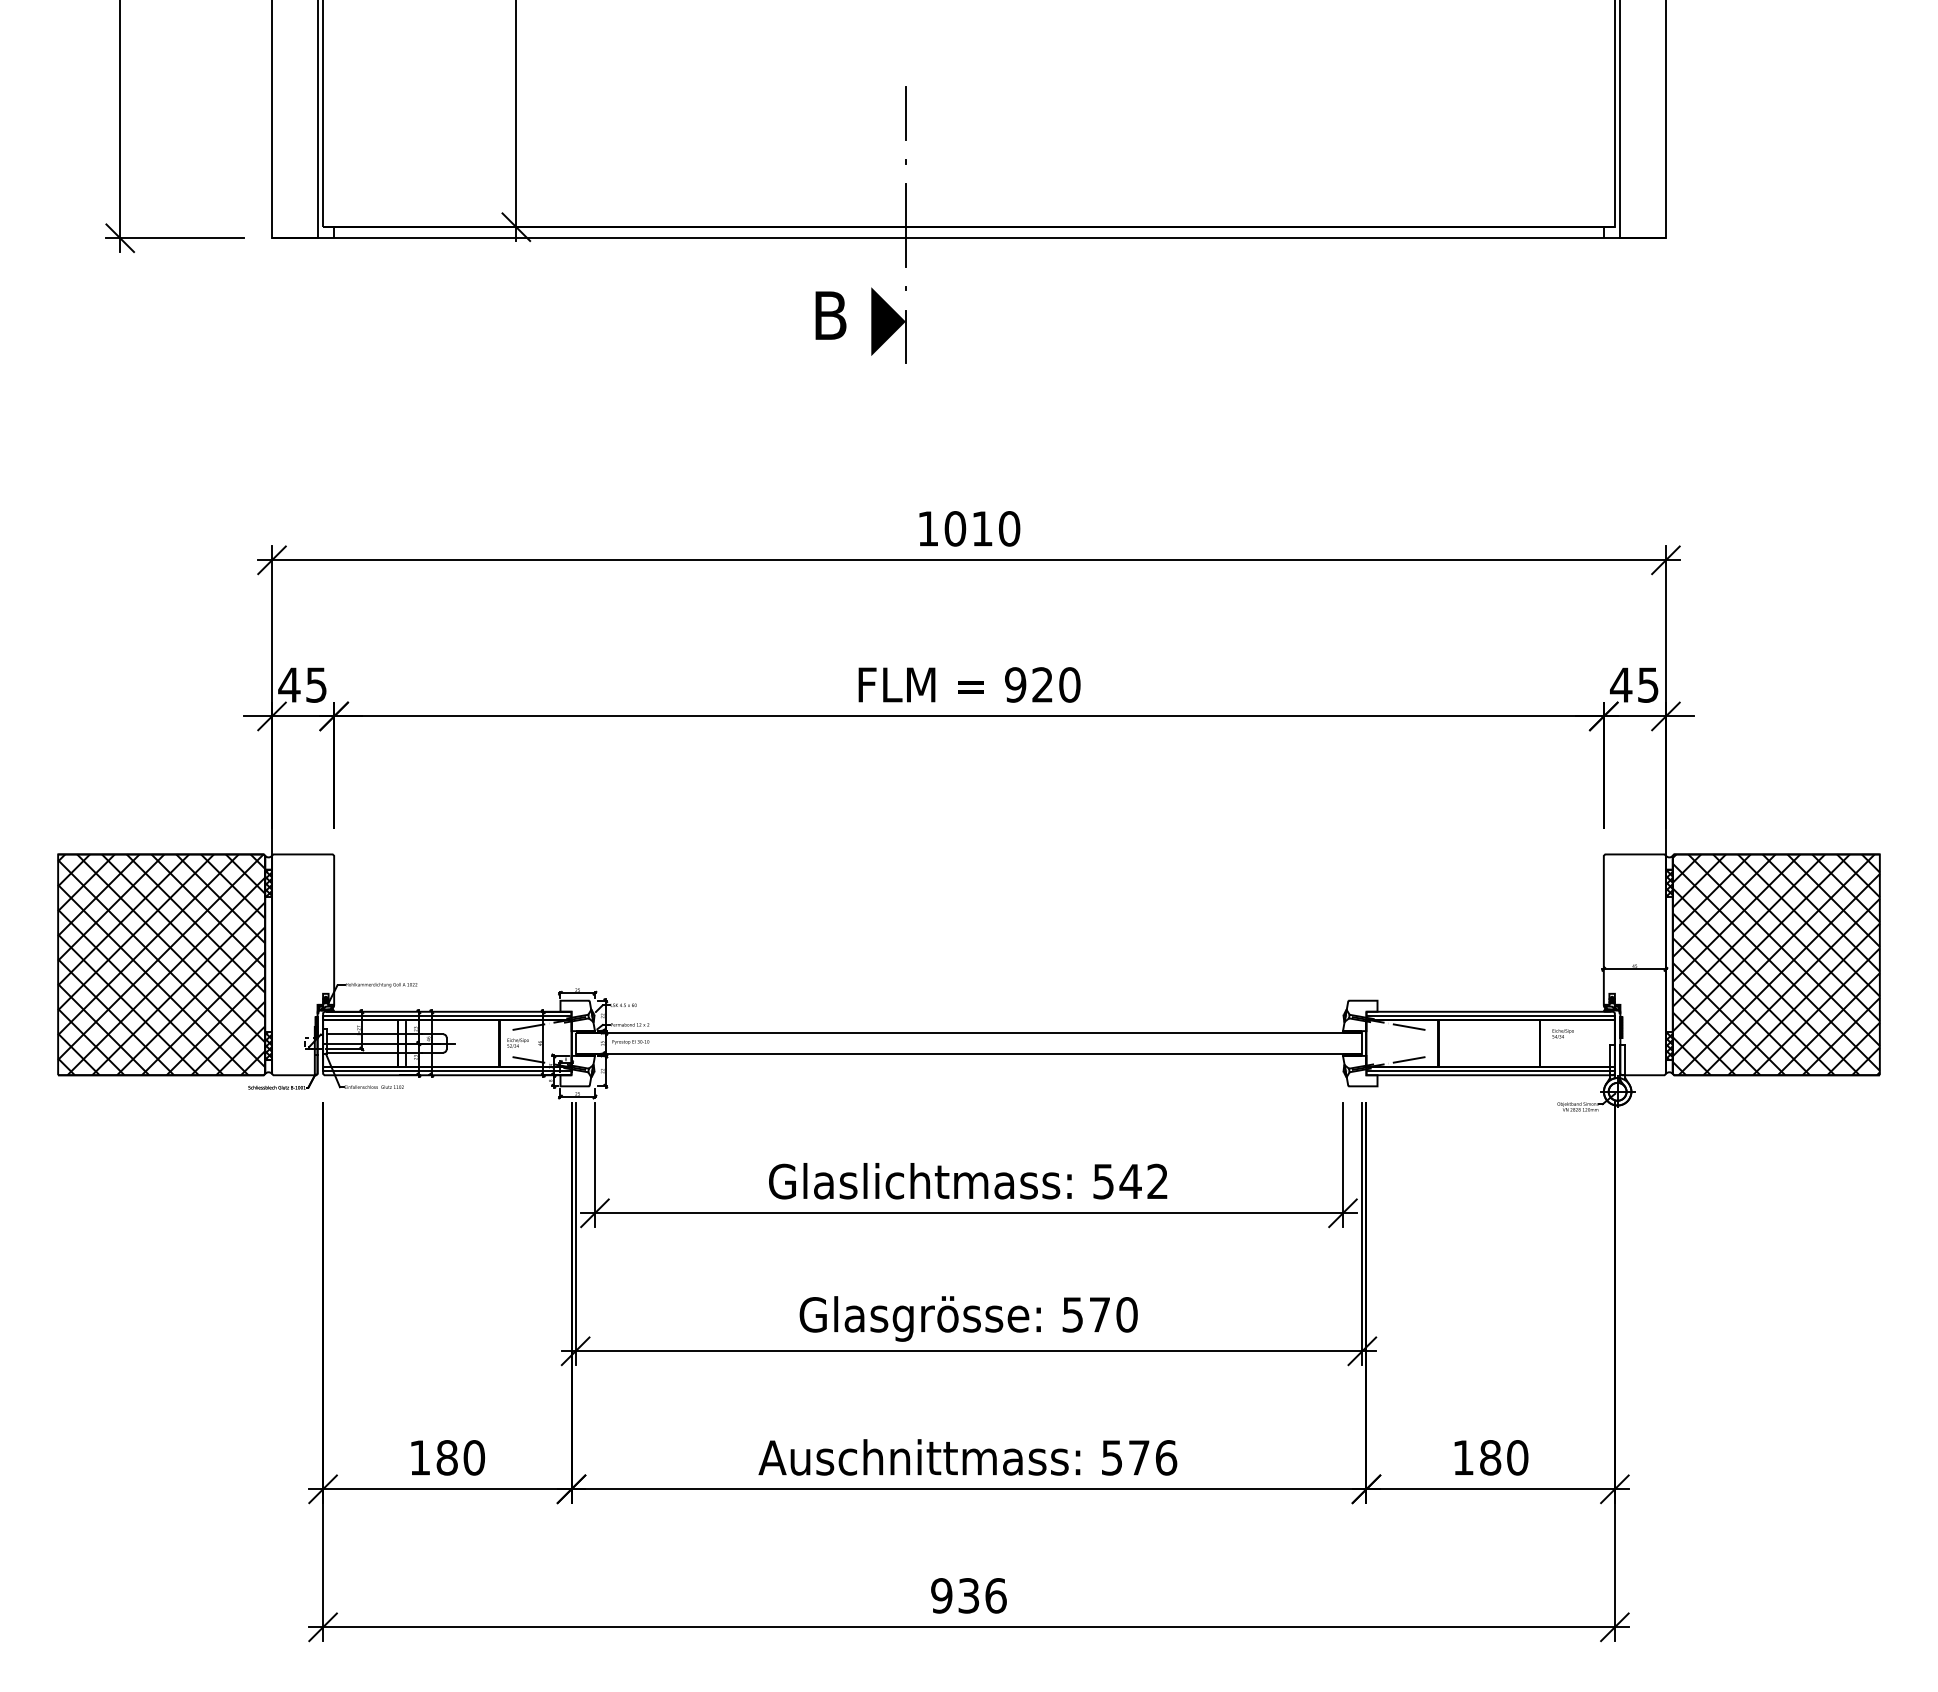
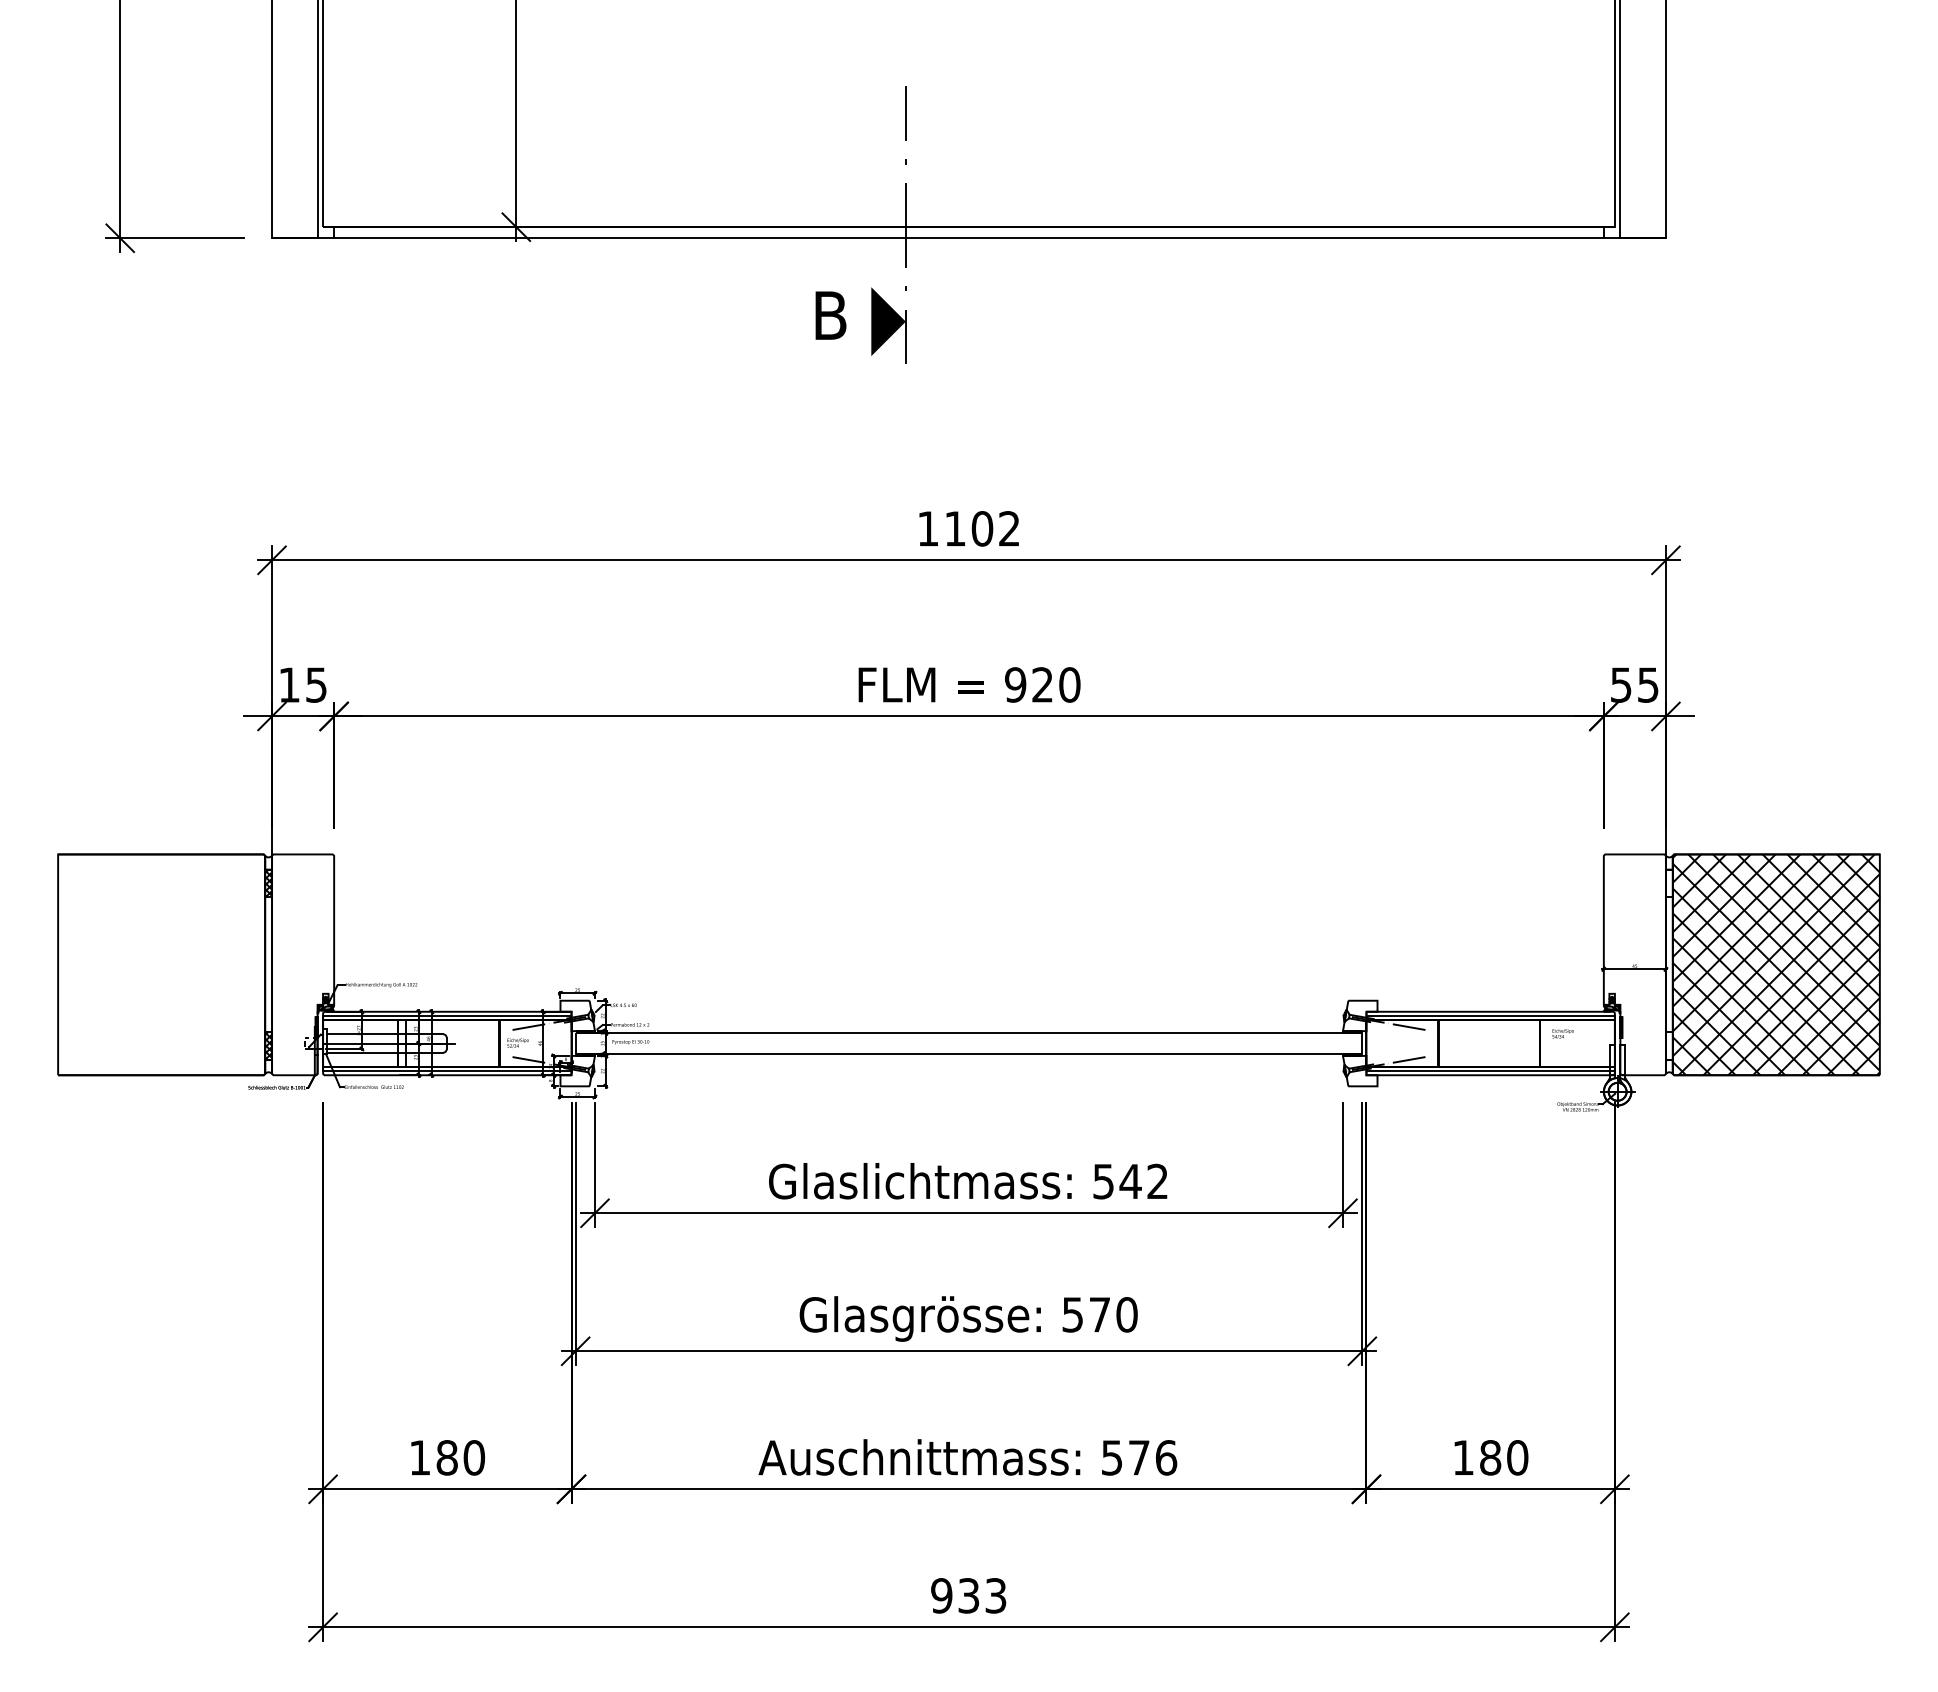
text at (982, 528): 1010 -> 1102
text at (289, 684): 45 -> 15
text at (1621, 684): 45 -> 55
hatch at (1668, 883): present -> none
hatch at (161, 964): present -> none
hatch at (1668, 1046): present -> none
text at (995, 1595): 936 -> 933
